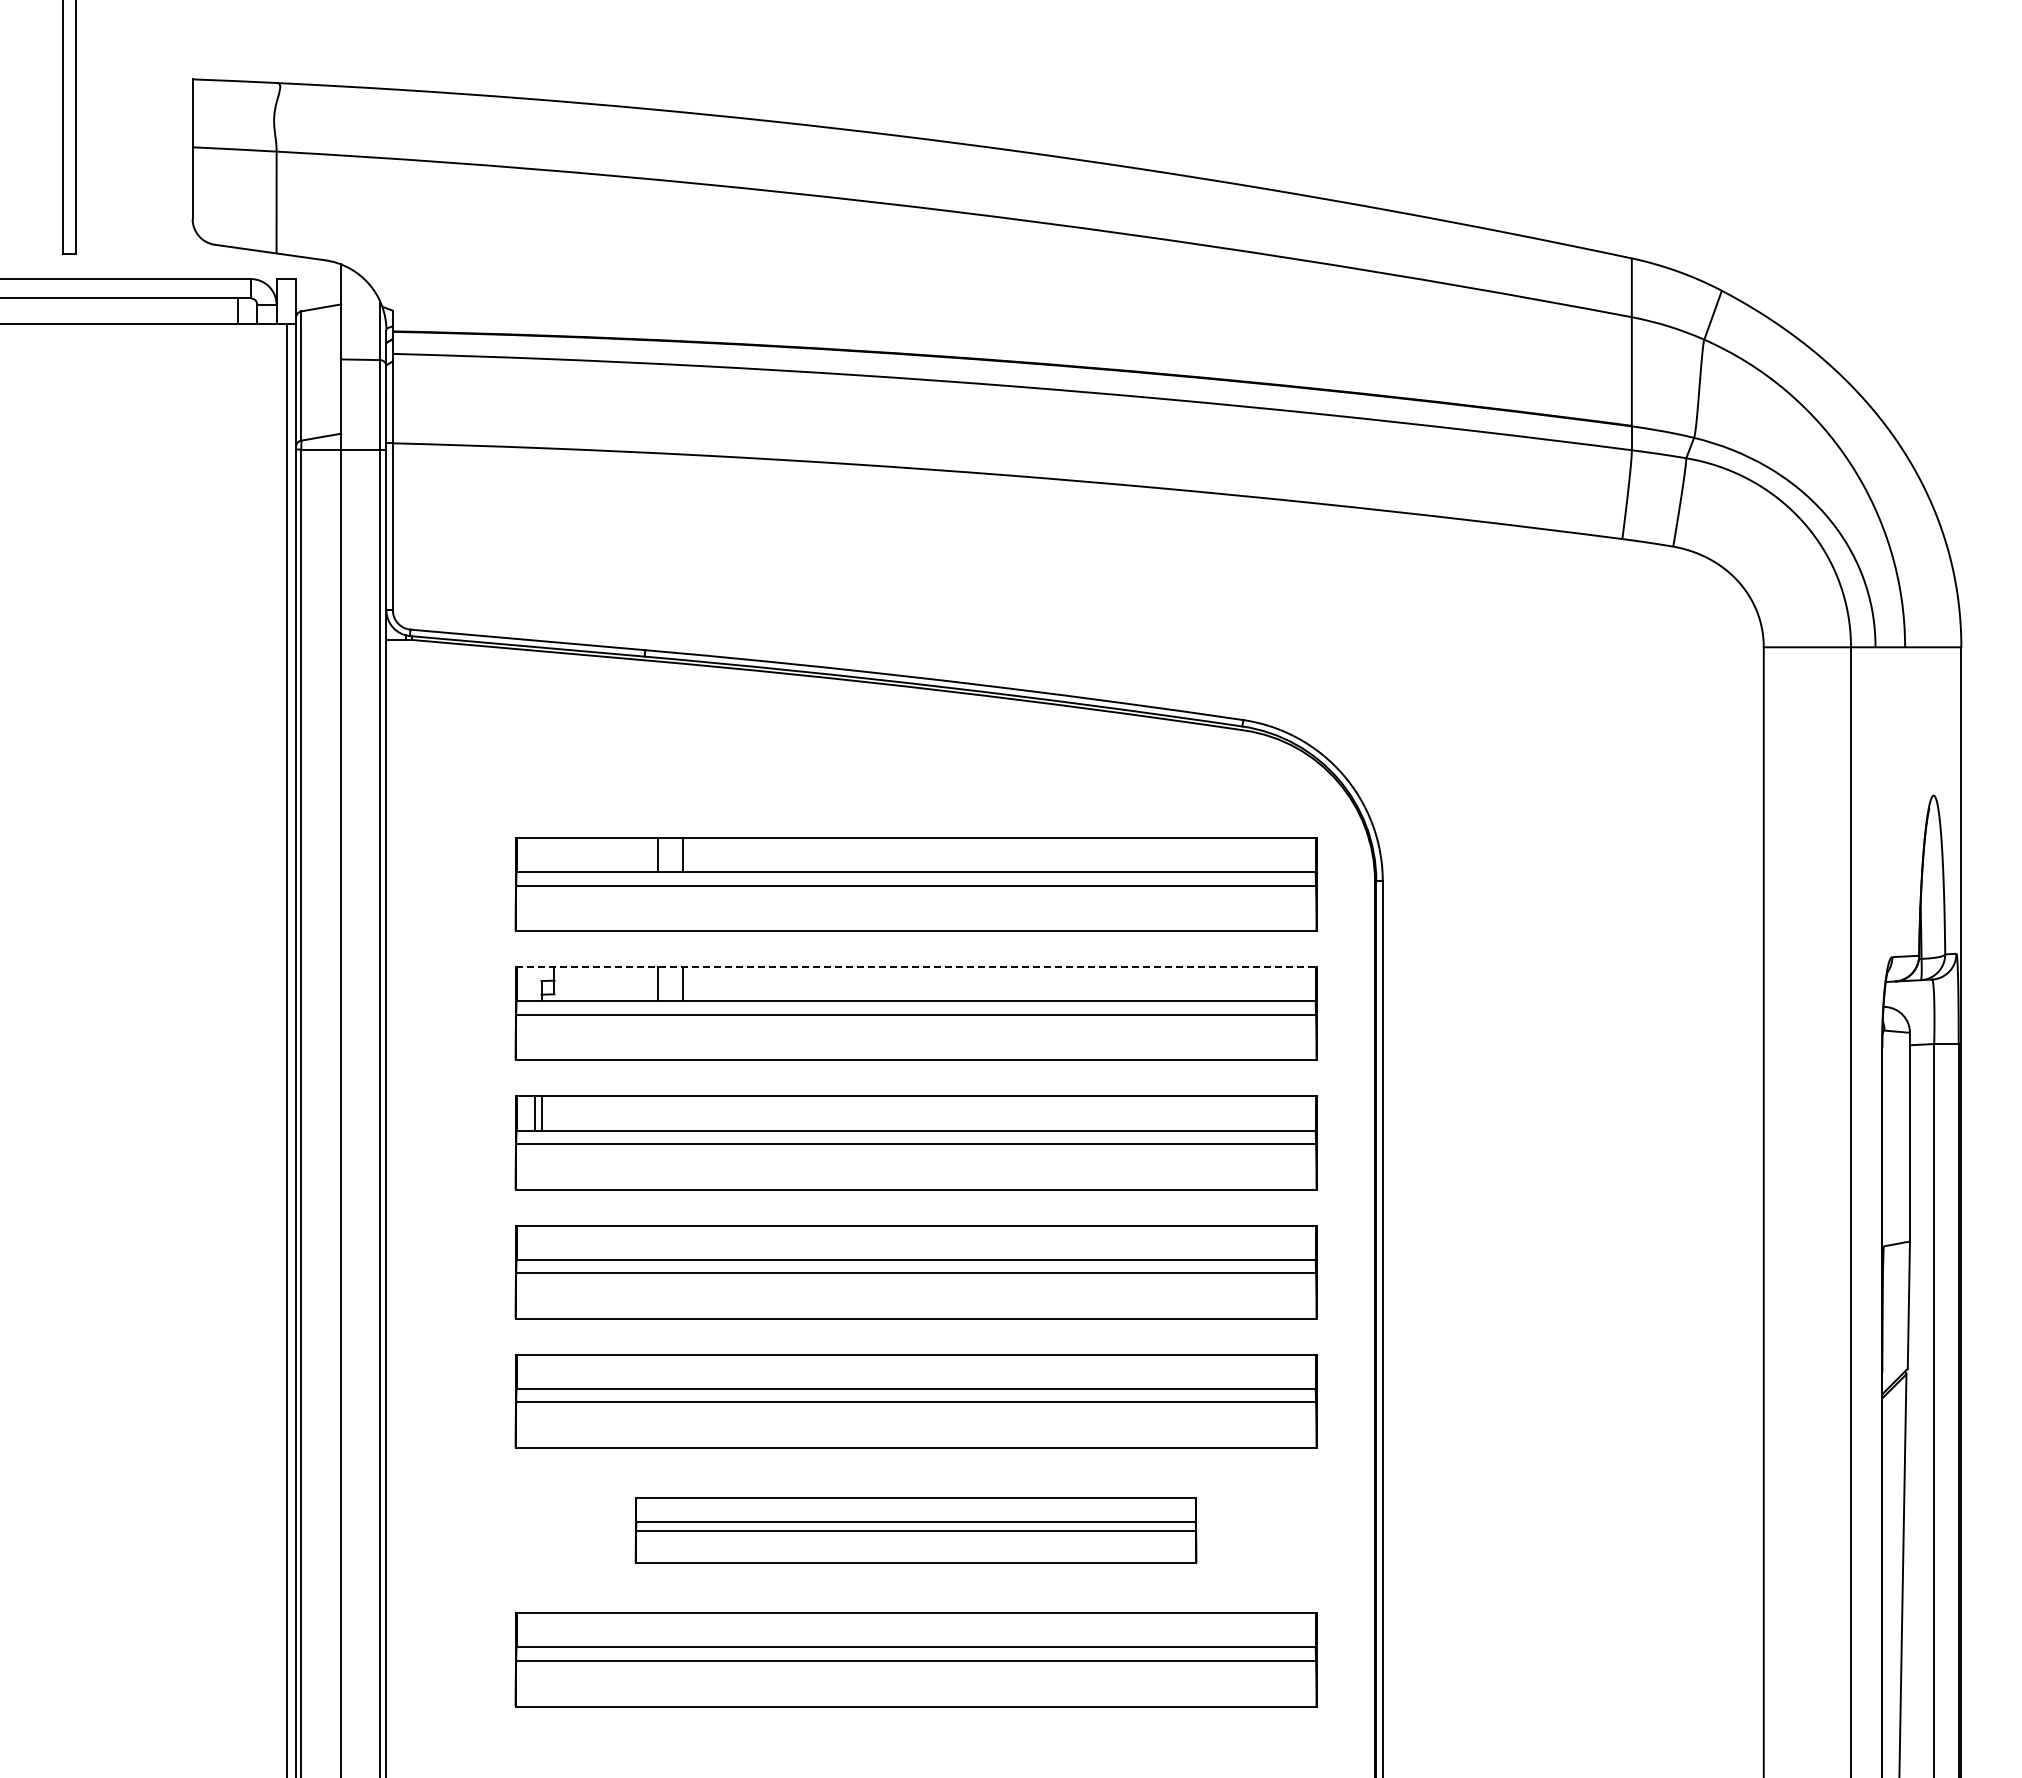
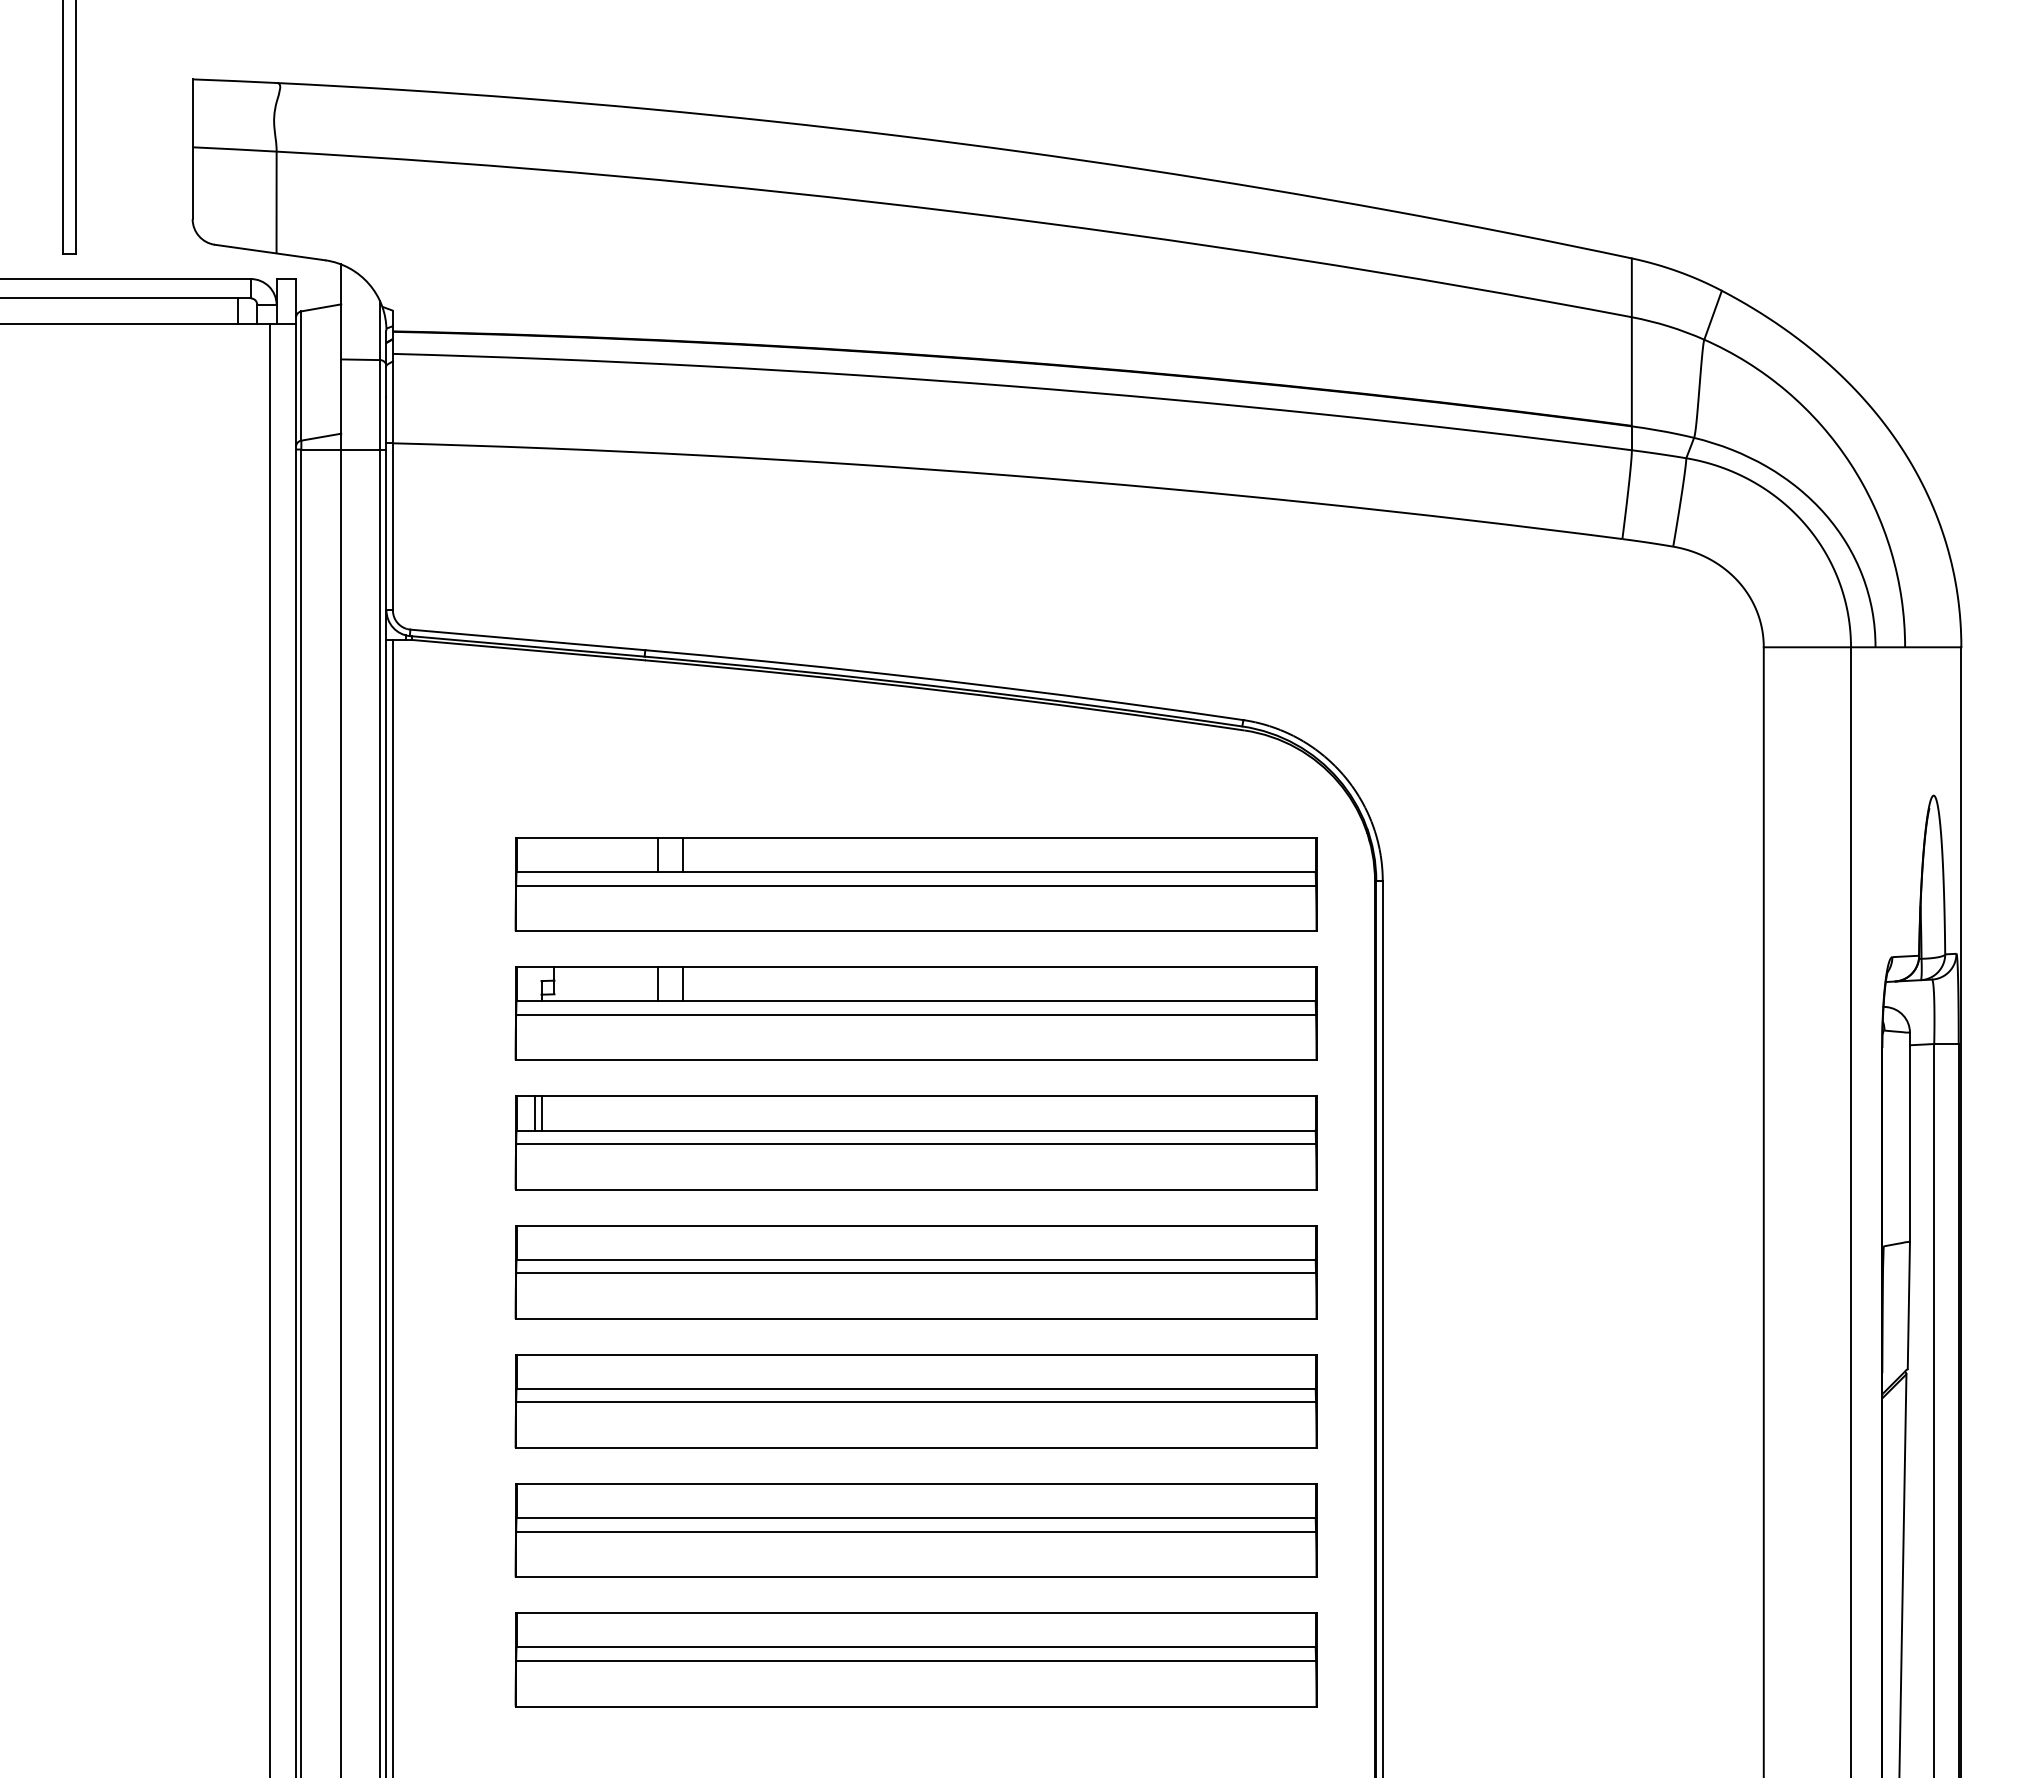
line at (916, 967): dashed -> solid
line at (287, 1049) position: (287, 1049) -> (270, 1049)
line at (392, 1206): none -> present
part at (915, 1530) size: 564x67 px -> 804x95 px
